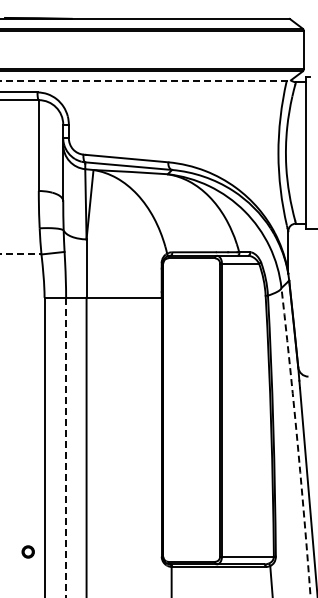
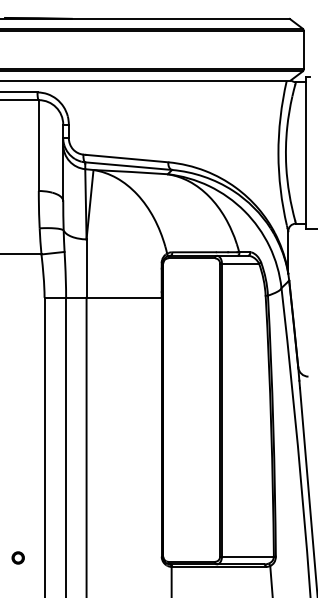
line at (145, 81): dashed -> solid
line at (21, 254): dashed -> solid
arc at (297, 443): dashed -> solid
line at (66, 447): dashed -> solid
circle at (27, 551) position: (27, 551) -> (17, 557)
